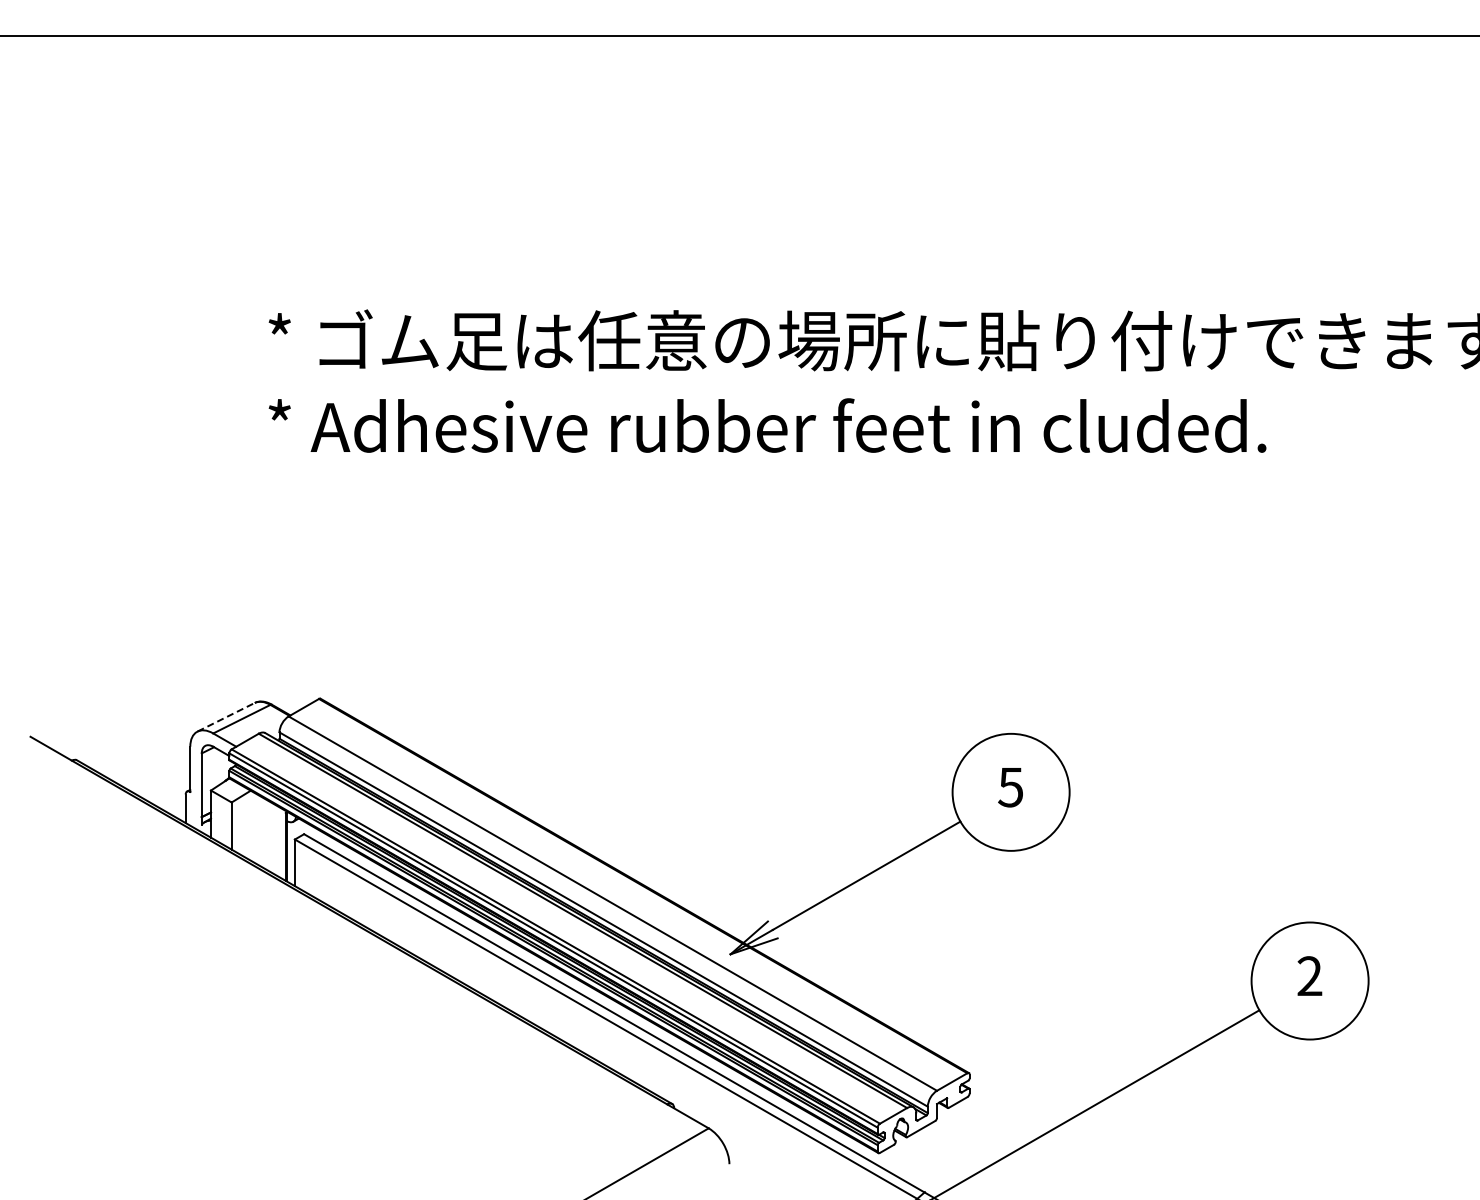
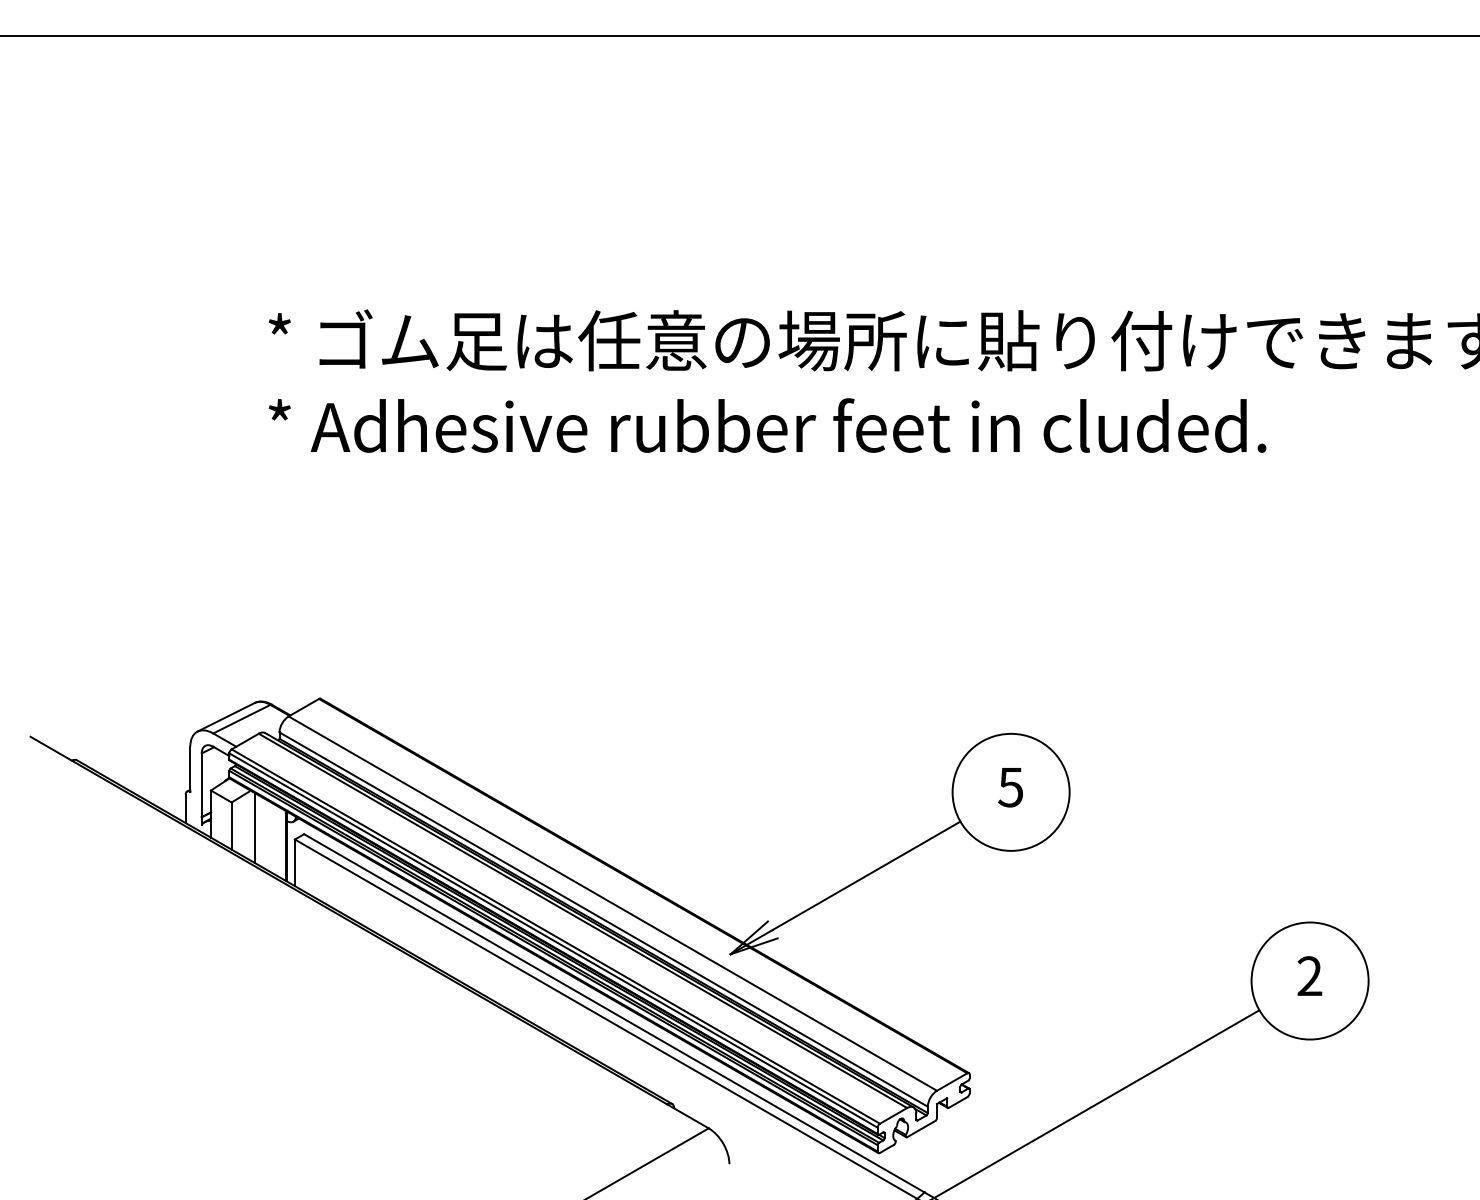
line at (226, 717): dashed -> solid
line at (254, 827): none -> present
